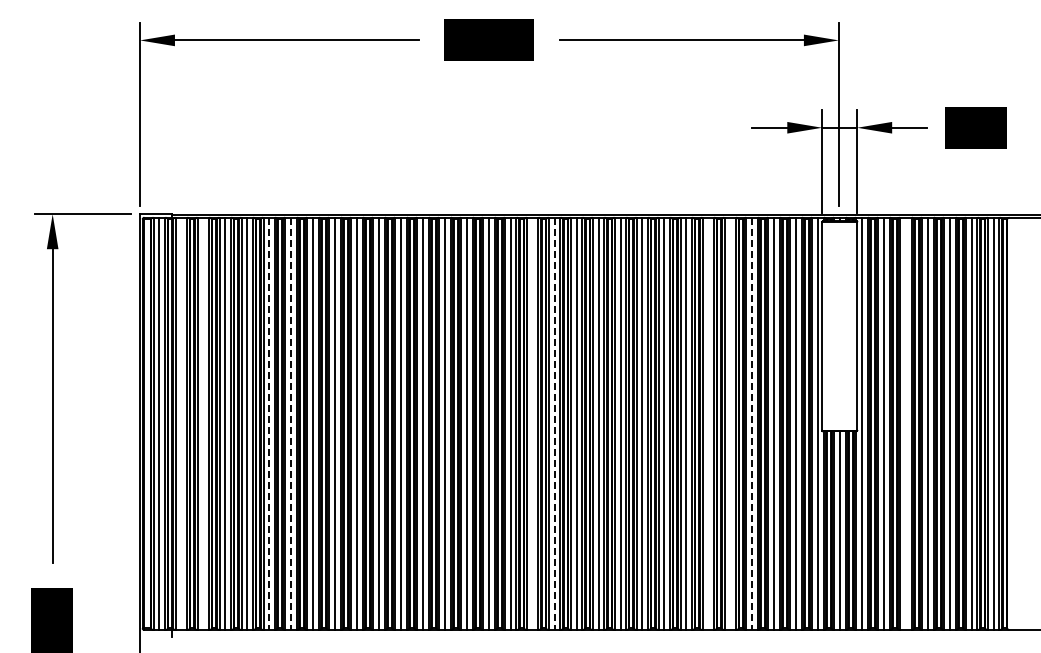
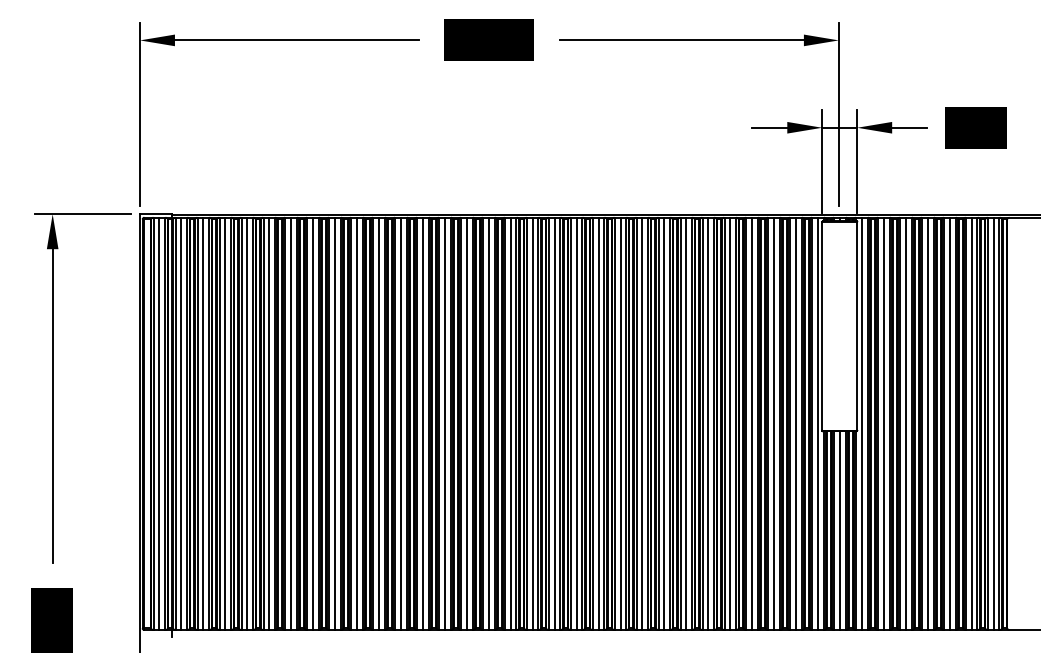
line at (181, 423): none -> present
line at (203, 423): none -> present
line at (532, 423): none -> present
line at (708, 423): none -> present
line at (730, 423): none -> present
line at (905, 423): none -> present
line at (269, 424): dashed -> solid
line at (291, 424): dashed -> solid
line at (554, 424): dashed -> solid
line at (752, 424): dashed -> solid
